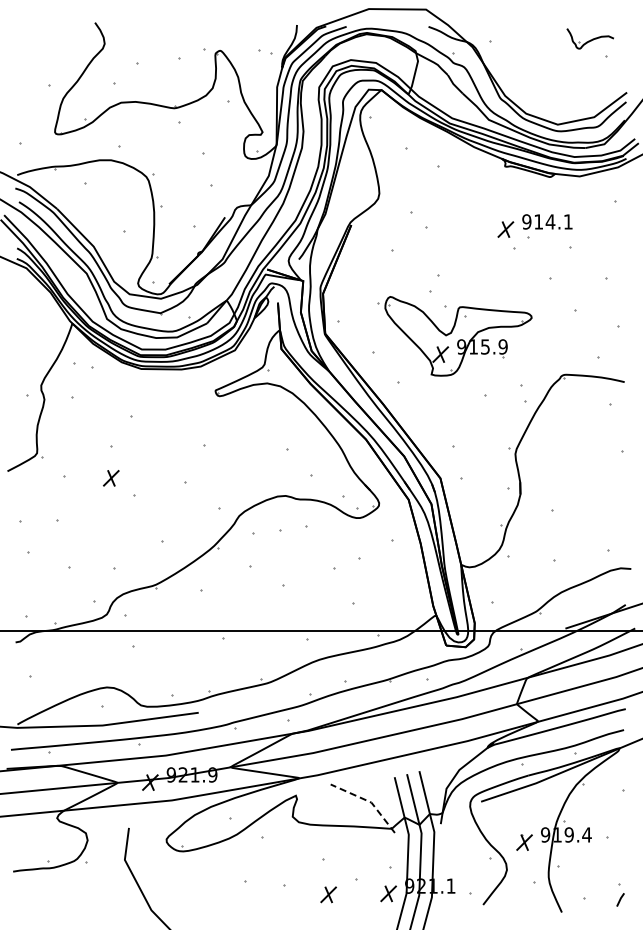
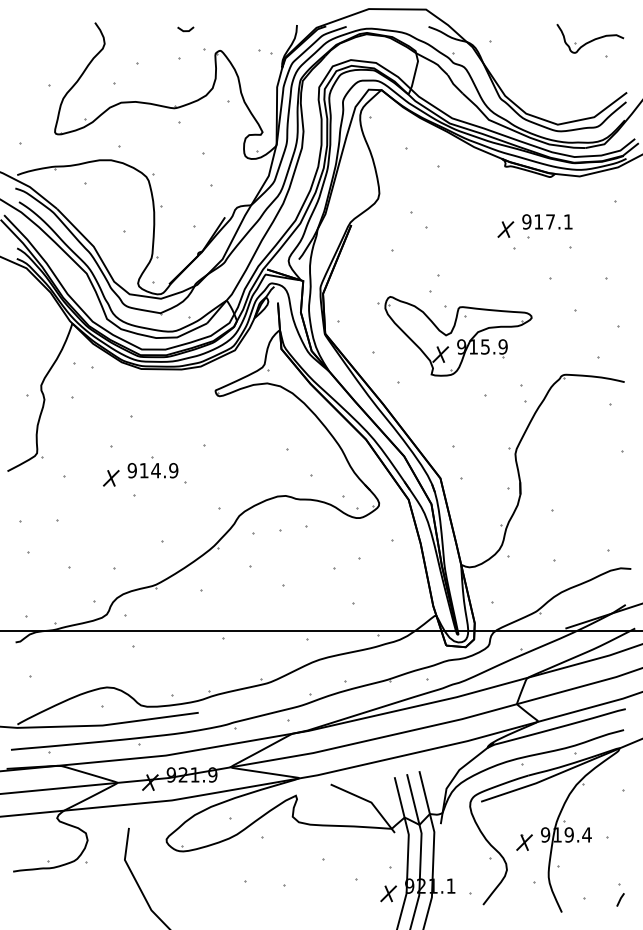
line at (185, 30): none -> present
part at (589, 38) size: 48x22 px -> 69x30 px
text at (550, 221): 914.1 -> 917.1
part at (152, 467): none -> present
line at (368, 801): dashed -> solid
part at (328, 894): present -> none
